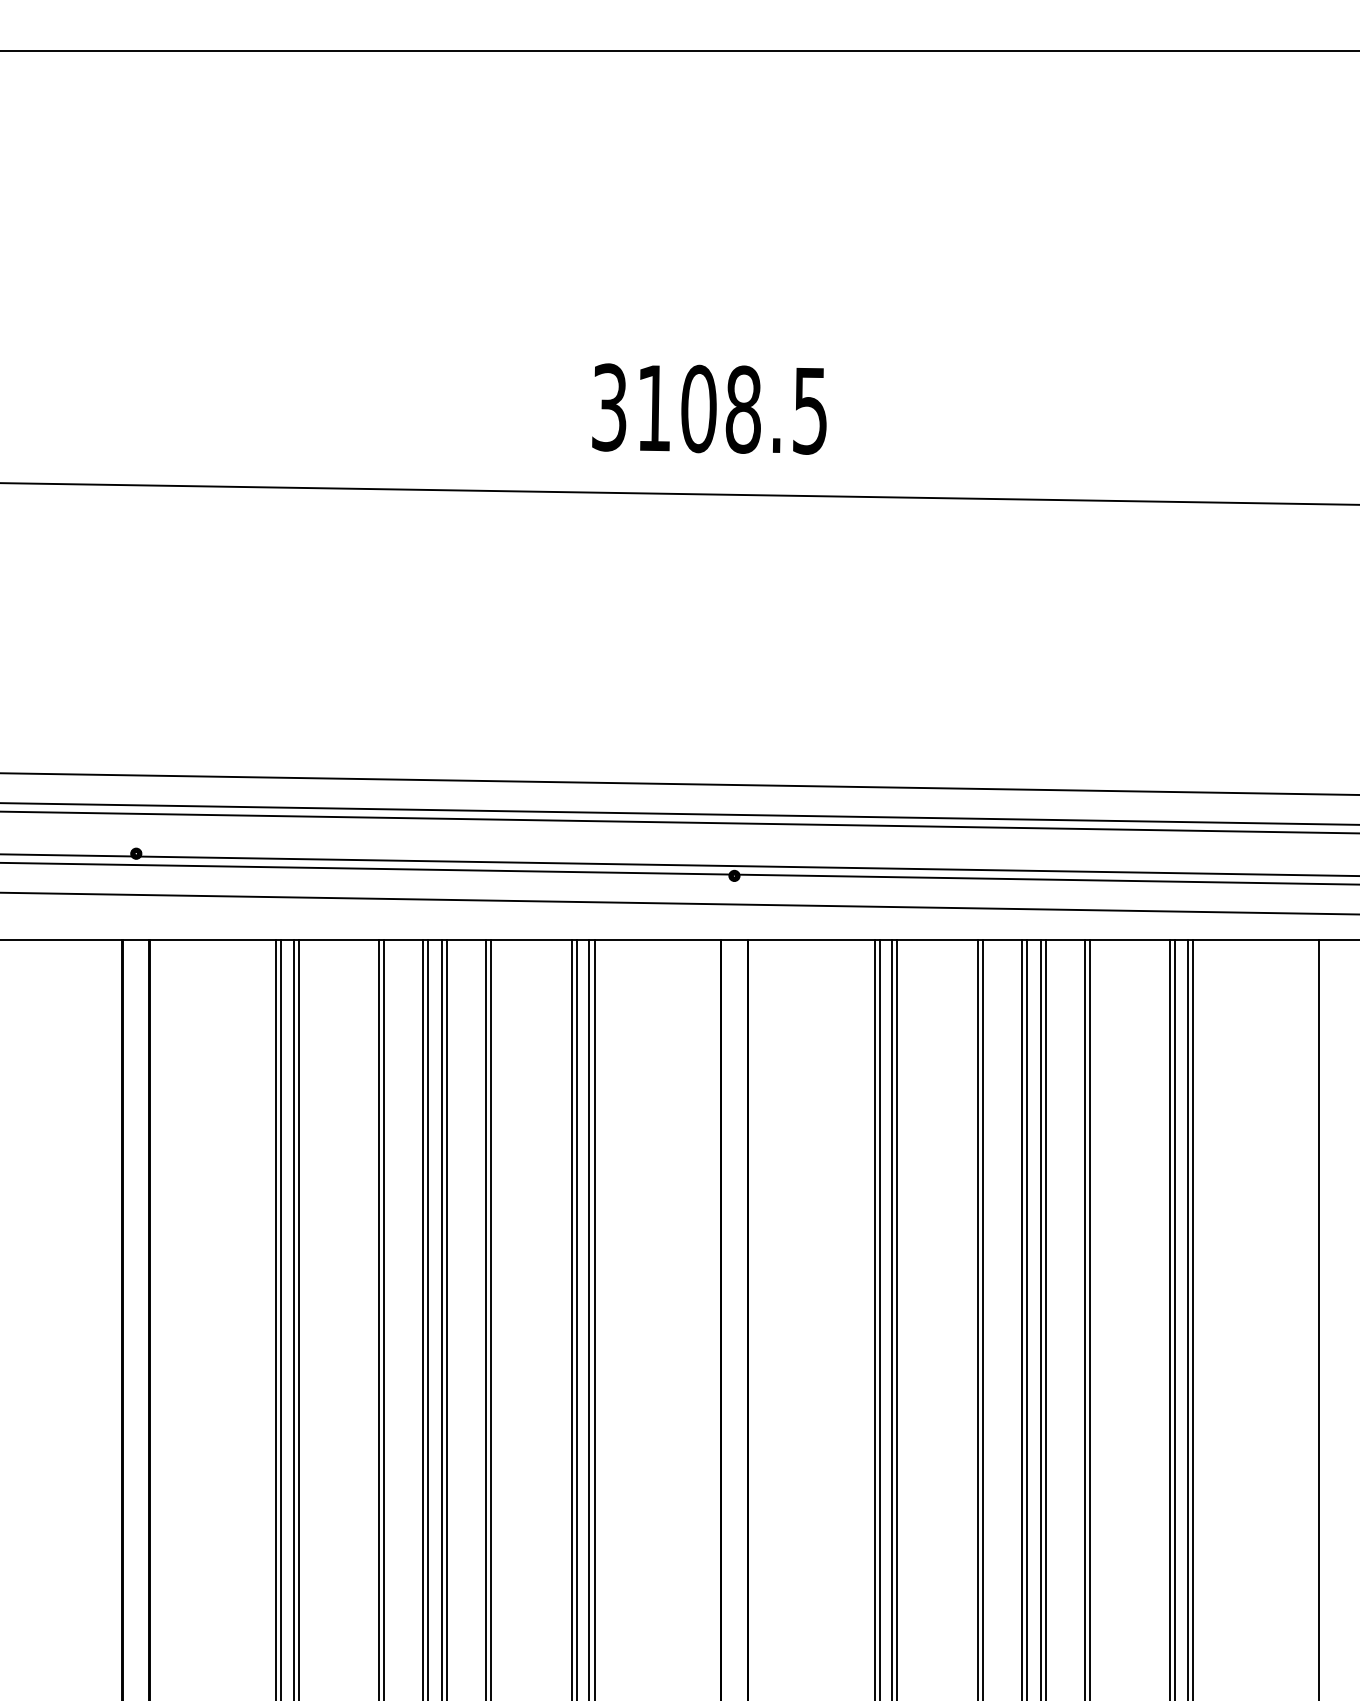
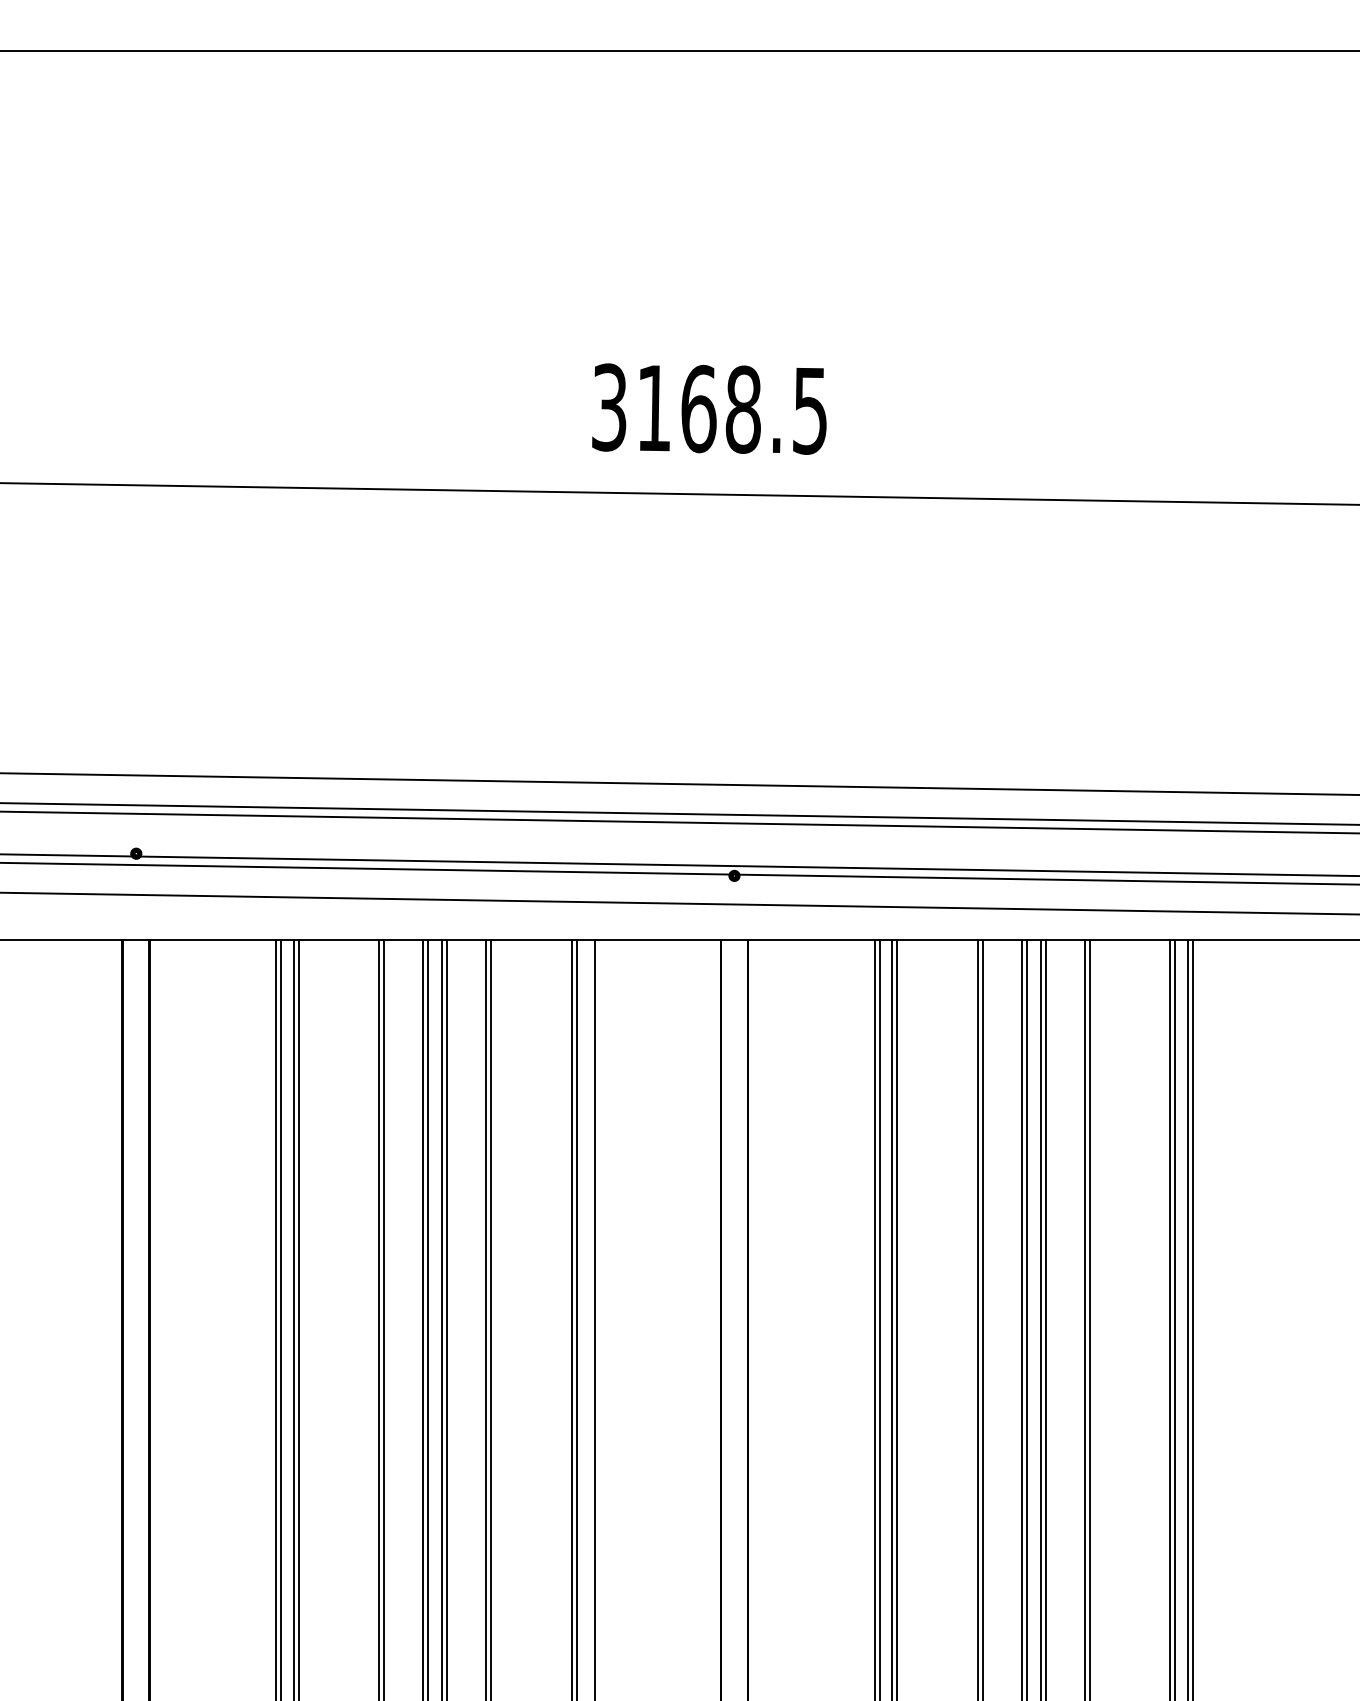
text at (698, 408): 3108.5 -> 3168.5
line at (589, 1318): present -> none
line at (1319, 1318): present -> none
